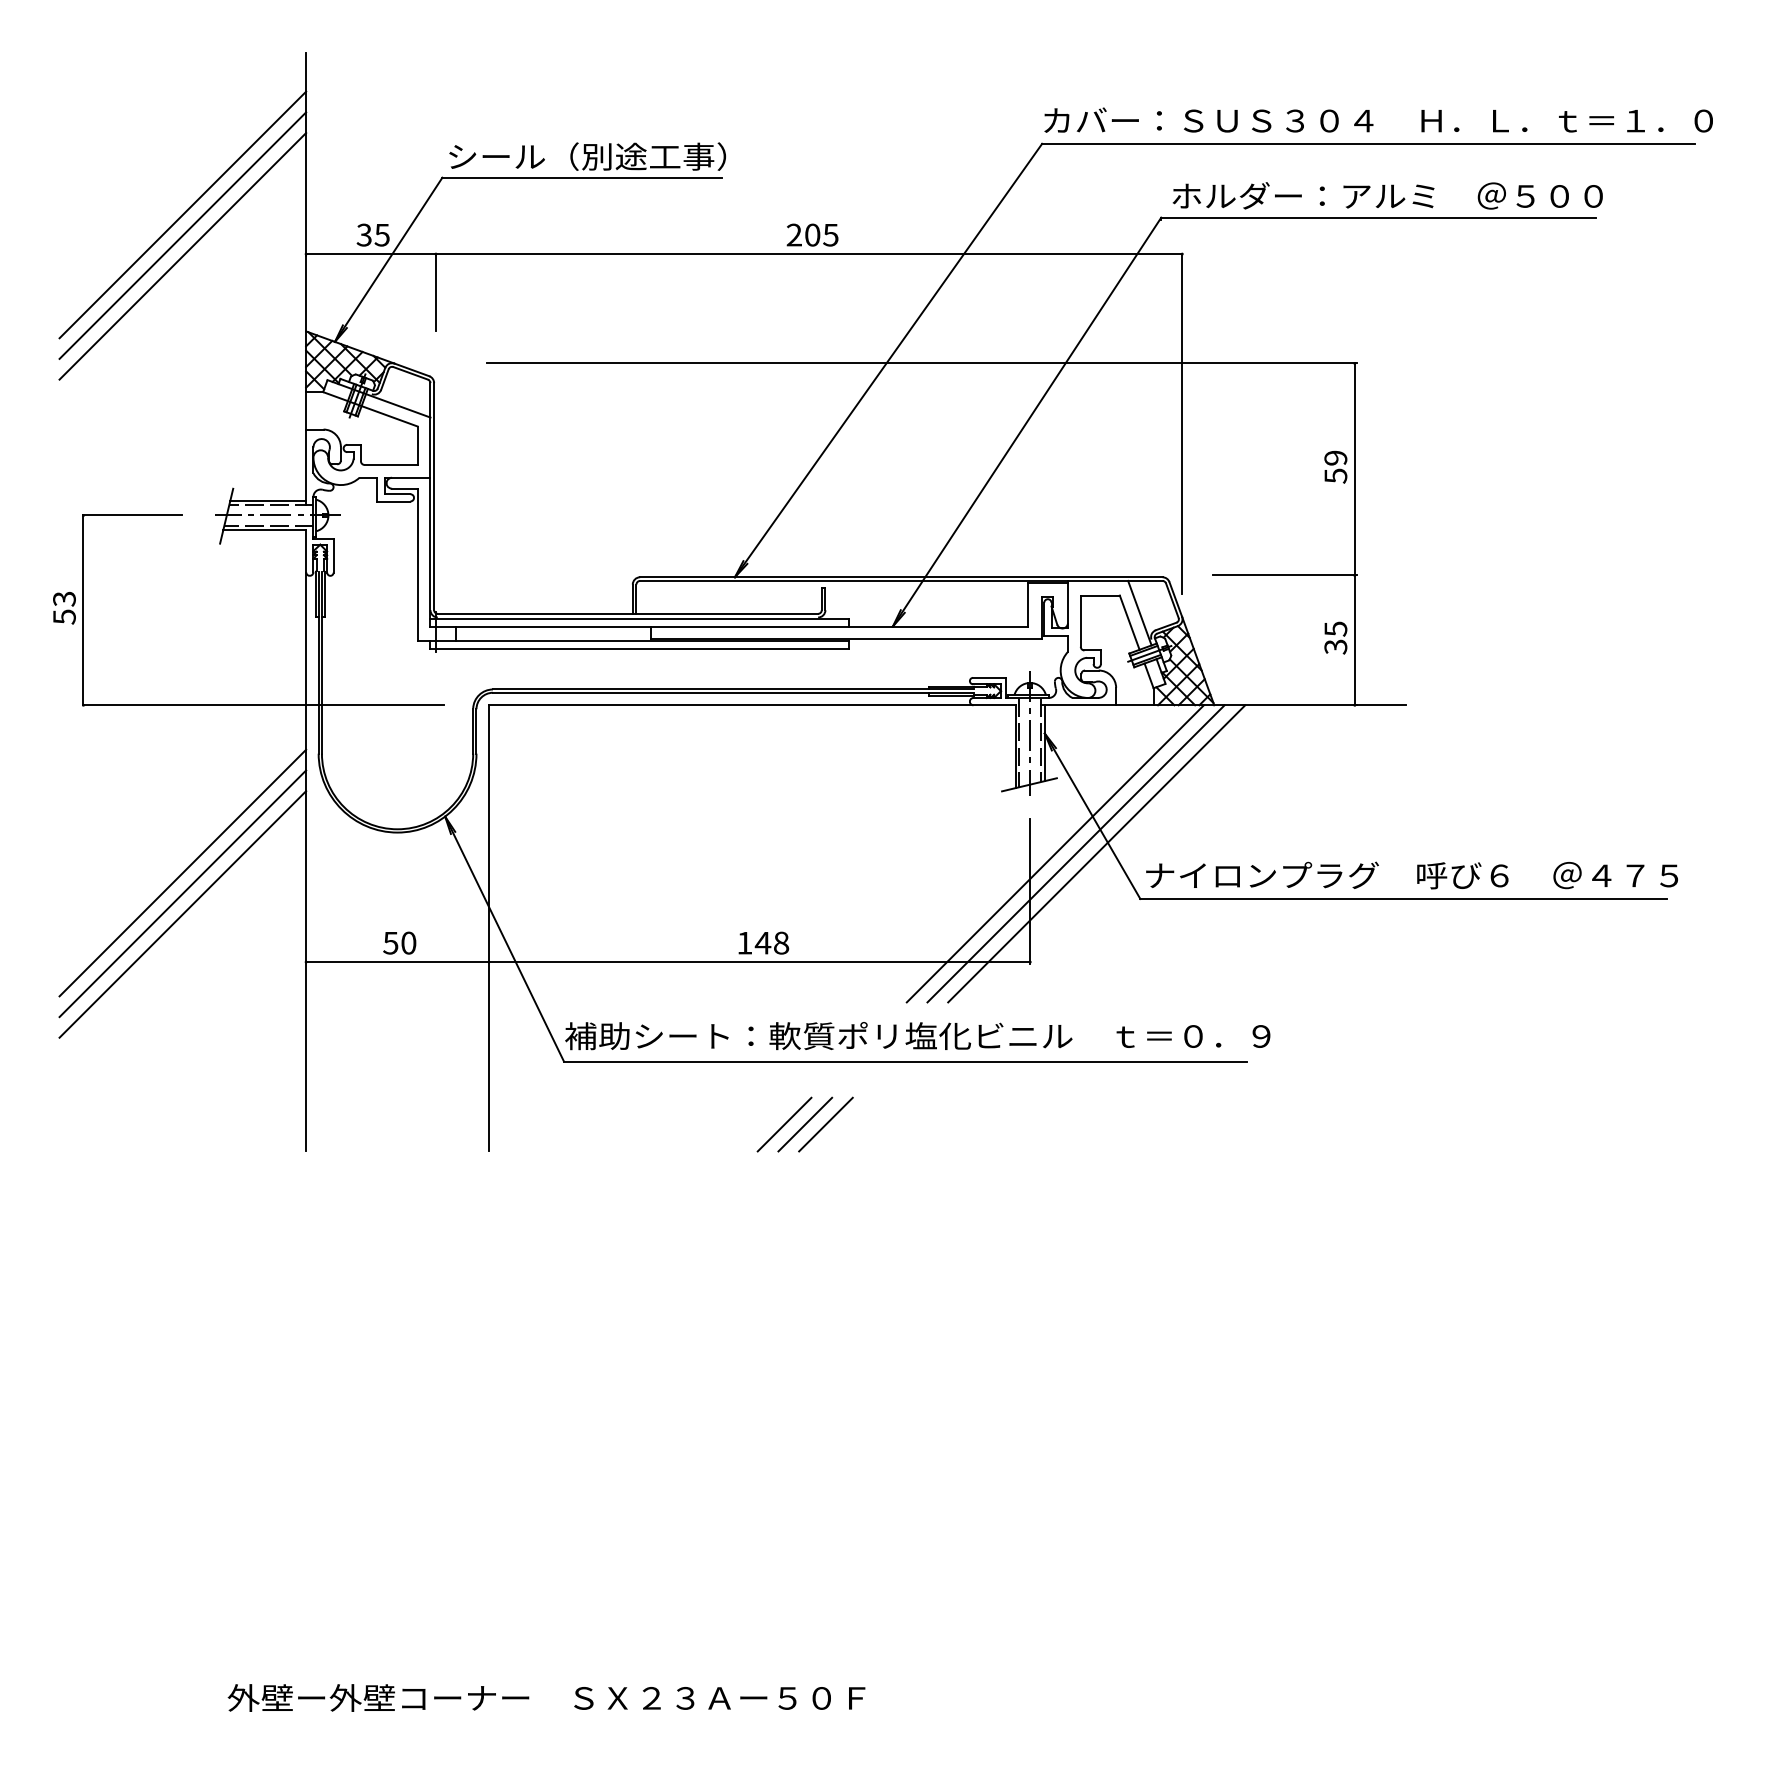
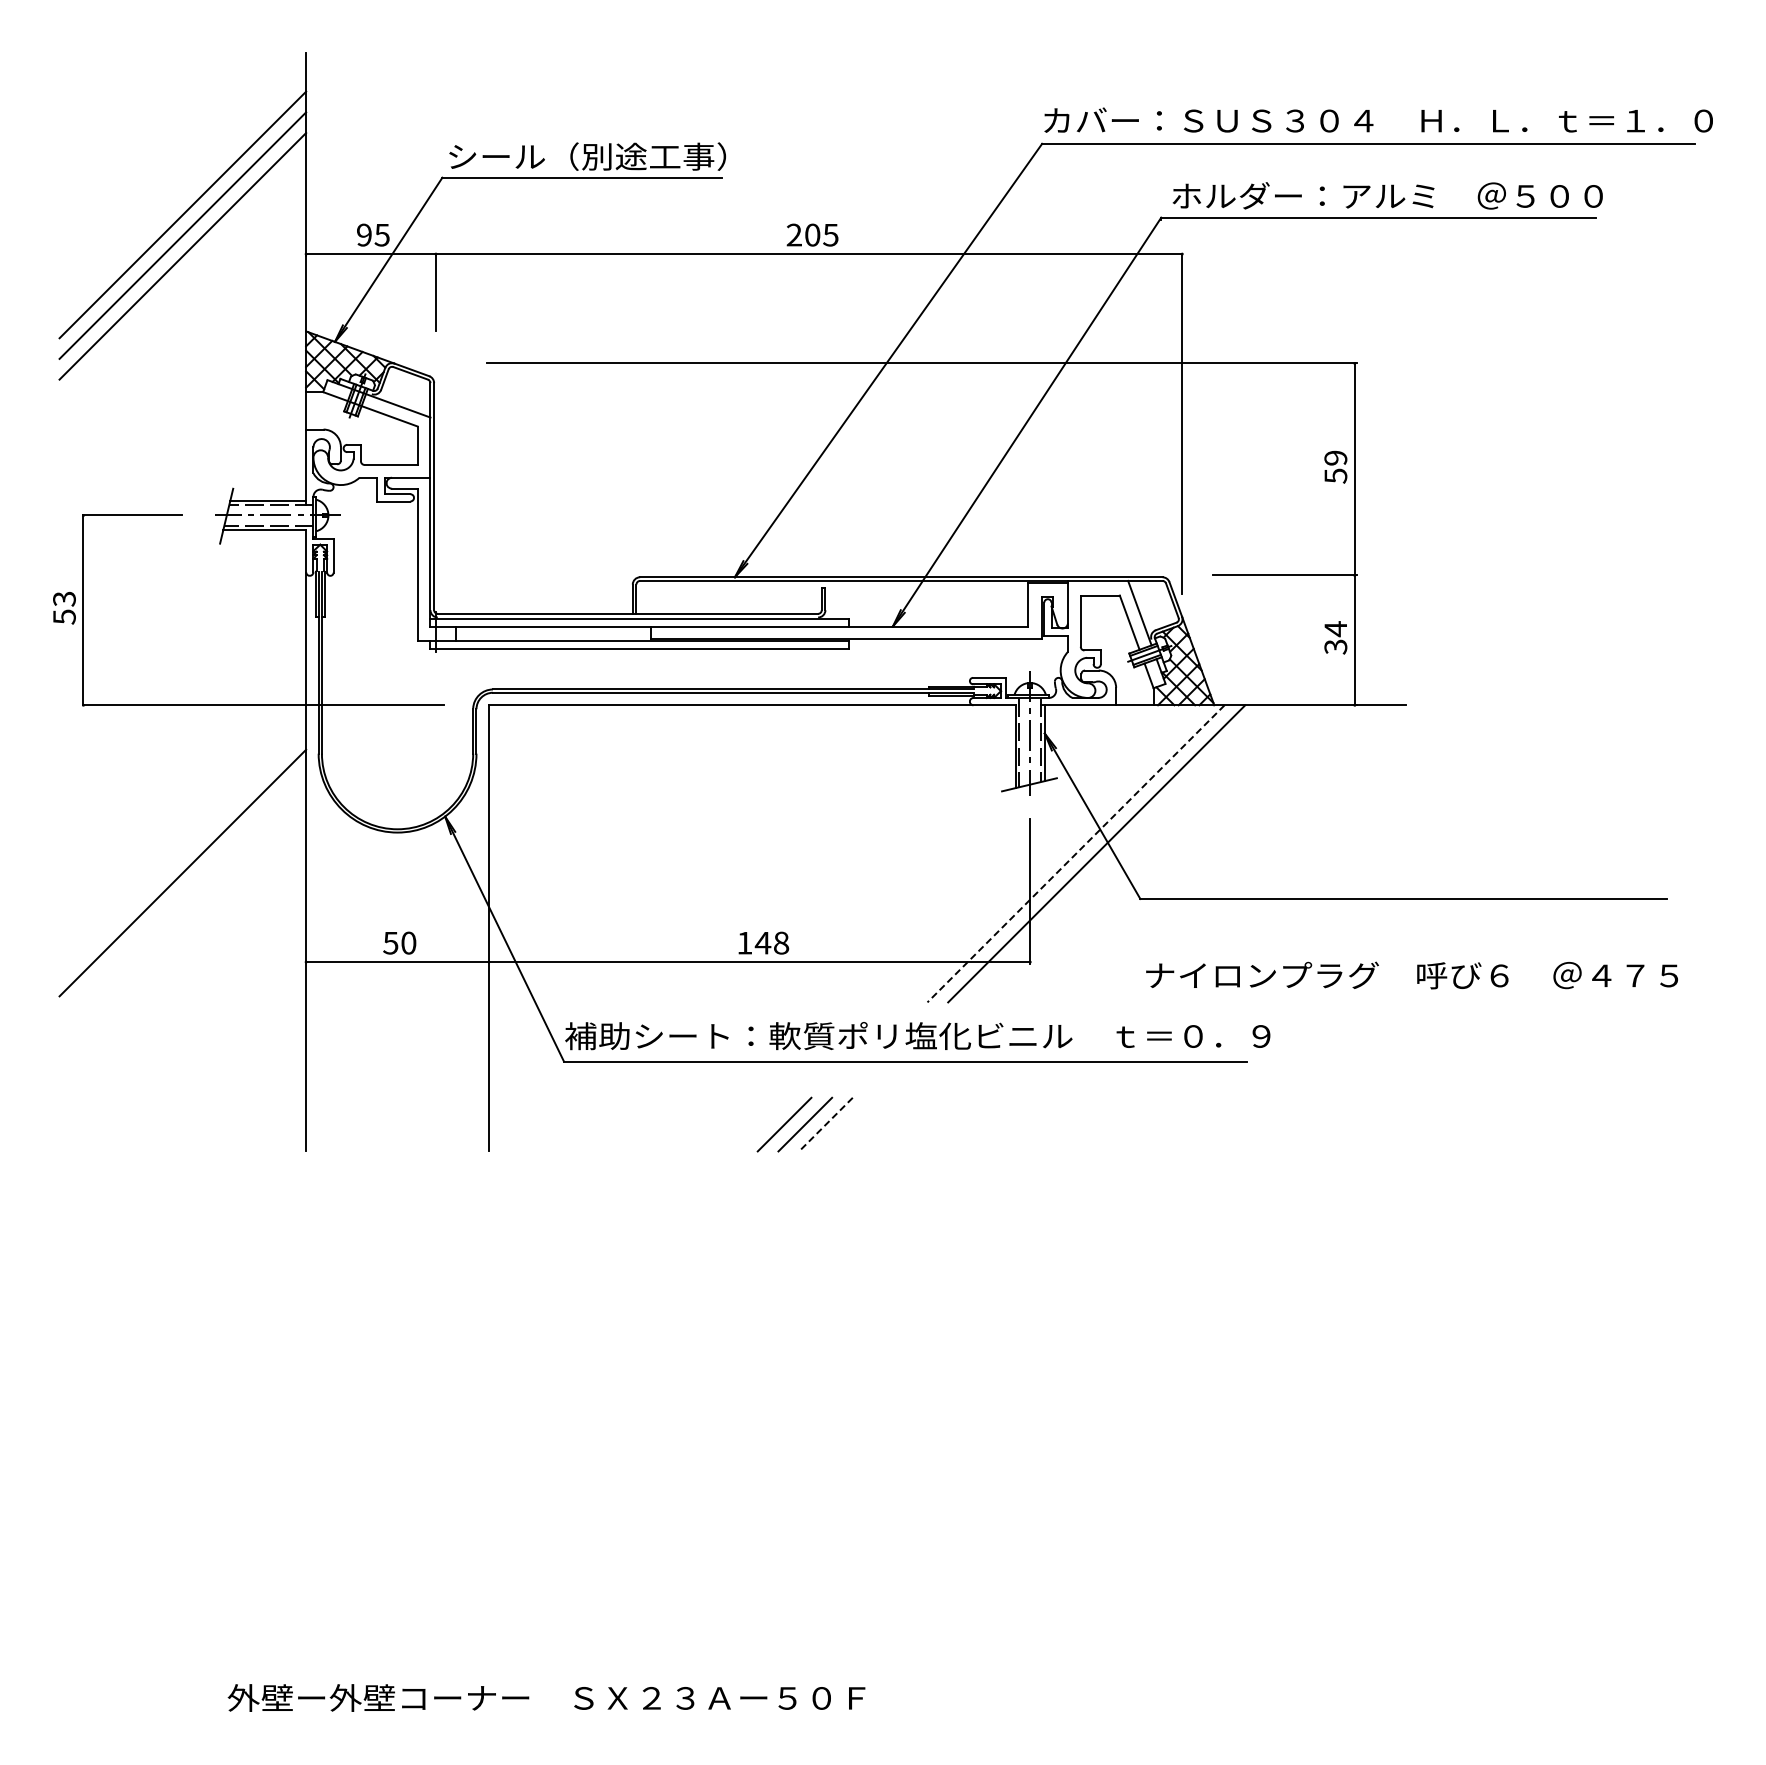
text at (363, 235): 35 -> 95
text at (1335, 629): 35 -> 34
line at (1054, 853): present -> none
line at (1075, 854): solid -> dashed
text at (1411, 875) position: (1411, 875) -> (1411, 975)
line at (182, 893): present -> none
line at (182, 914): present -> none
line at (825, 1124): solid -> dashed
